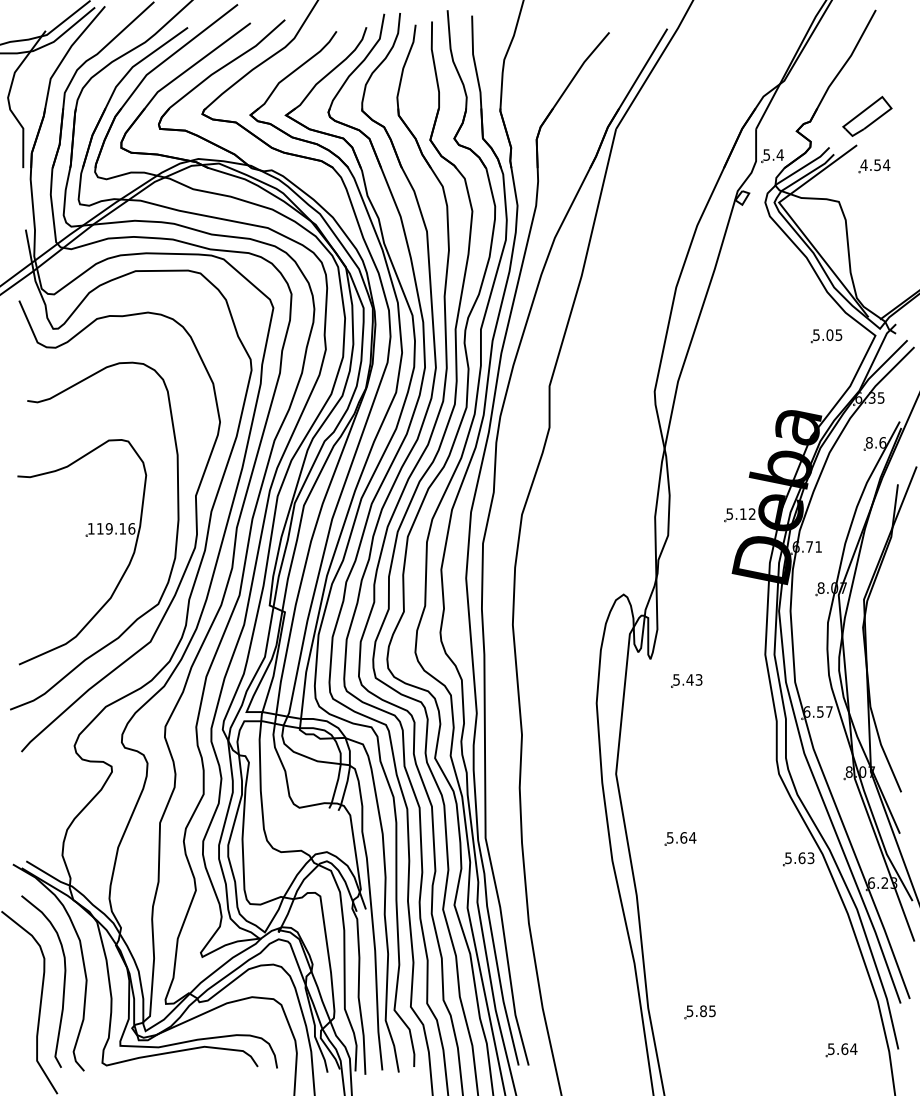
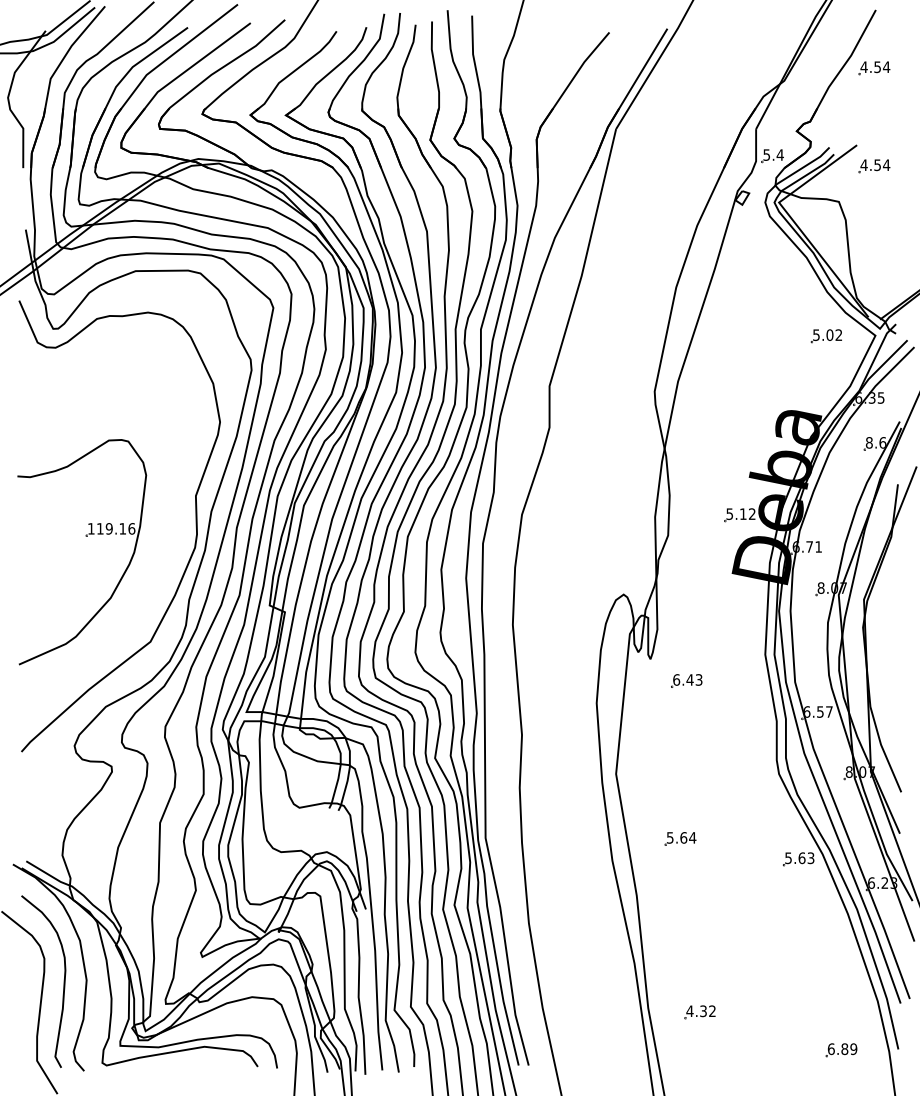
part at (874, 68): none -> present
part at (867, 116): present -> none
text at (838, 335): 5.05 -> 5.02
curve at (175, 539): present -> none
text at (676, 679): 5.43 -> 6.43
text at (700, 1011): 5.85 -> 4.32
text at (842, 1049): 5.64 -> 6.89
